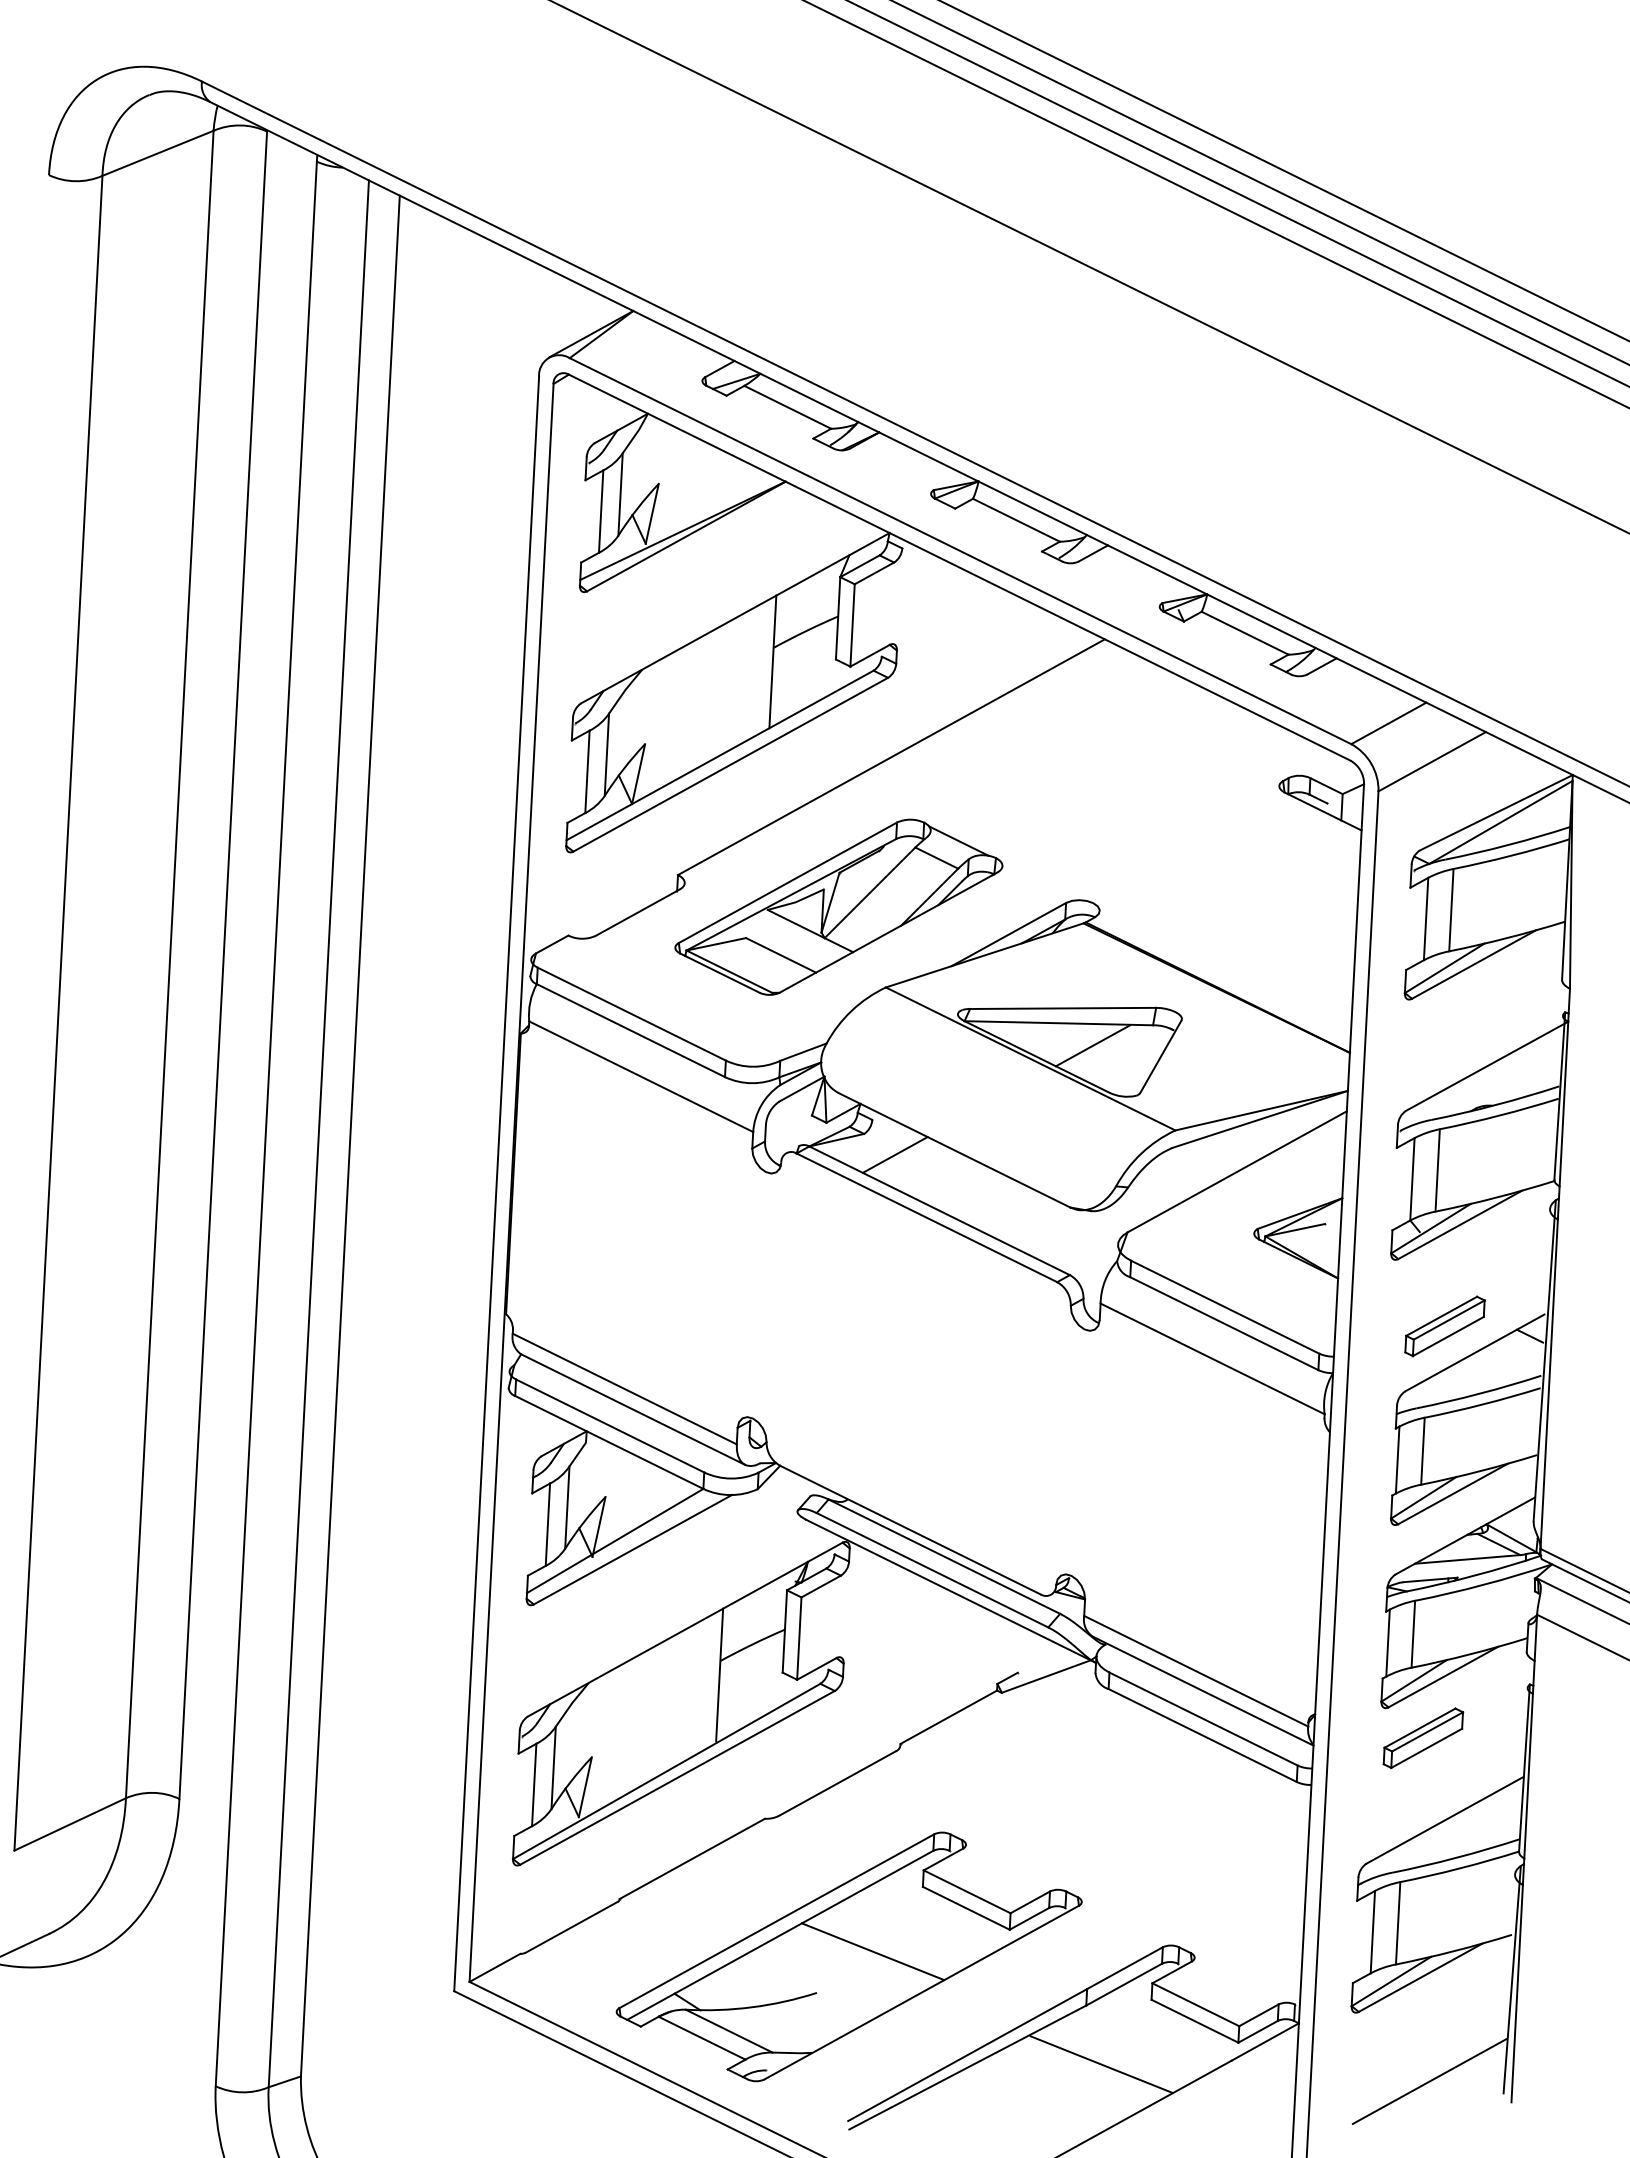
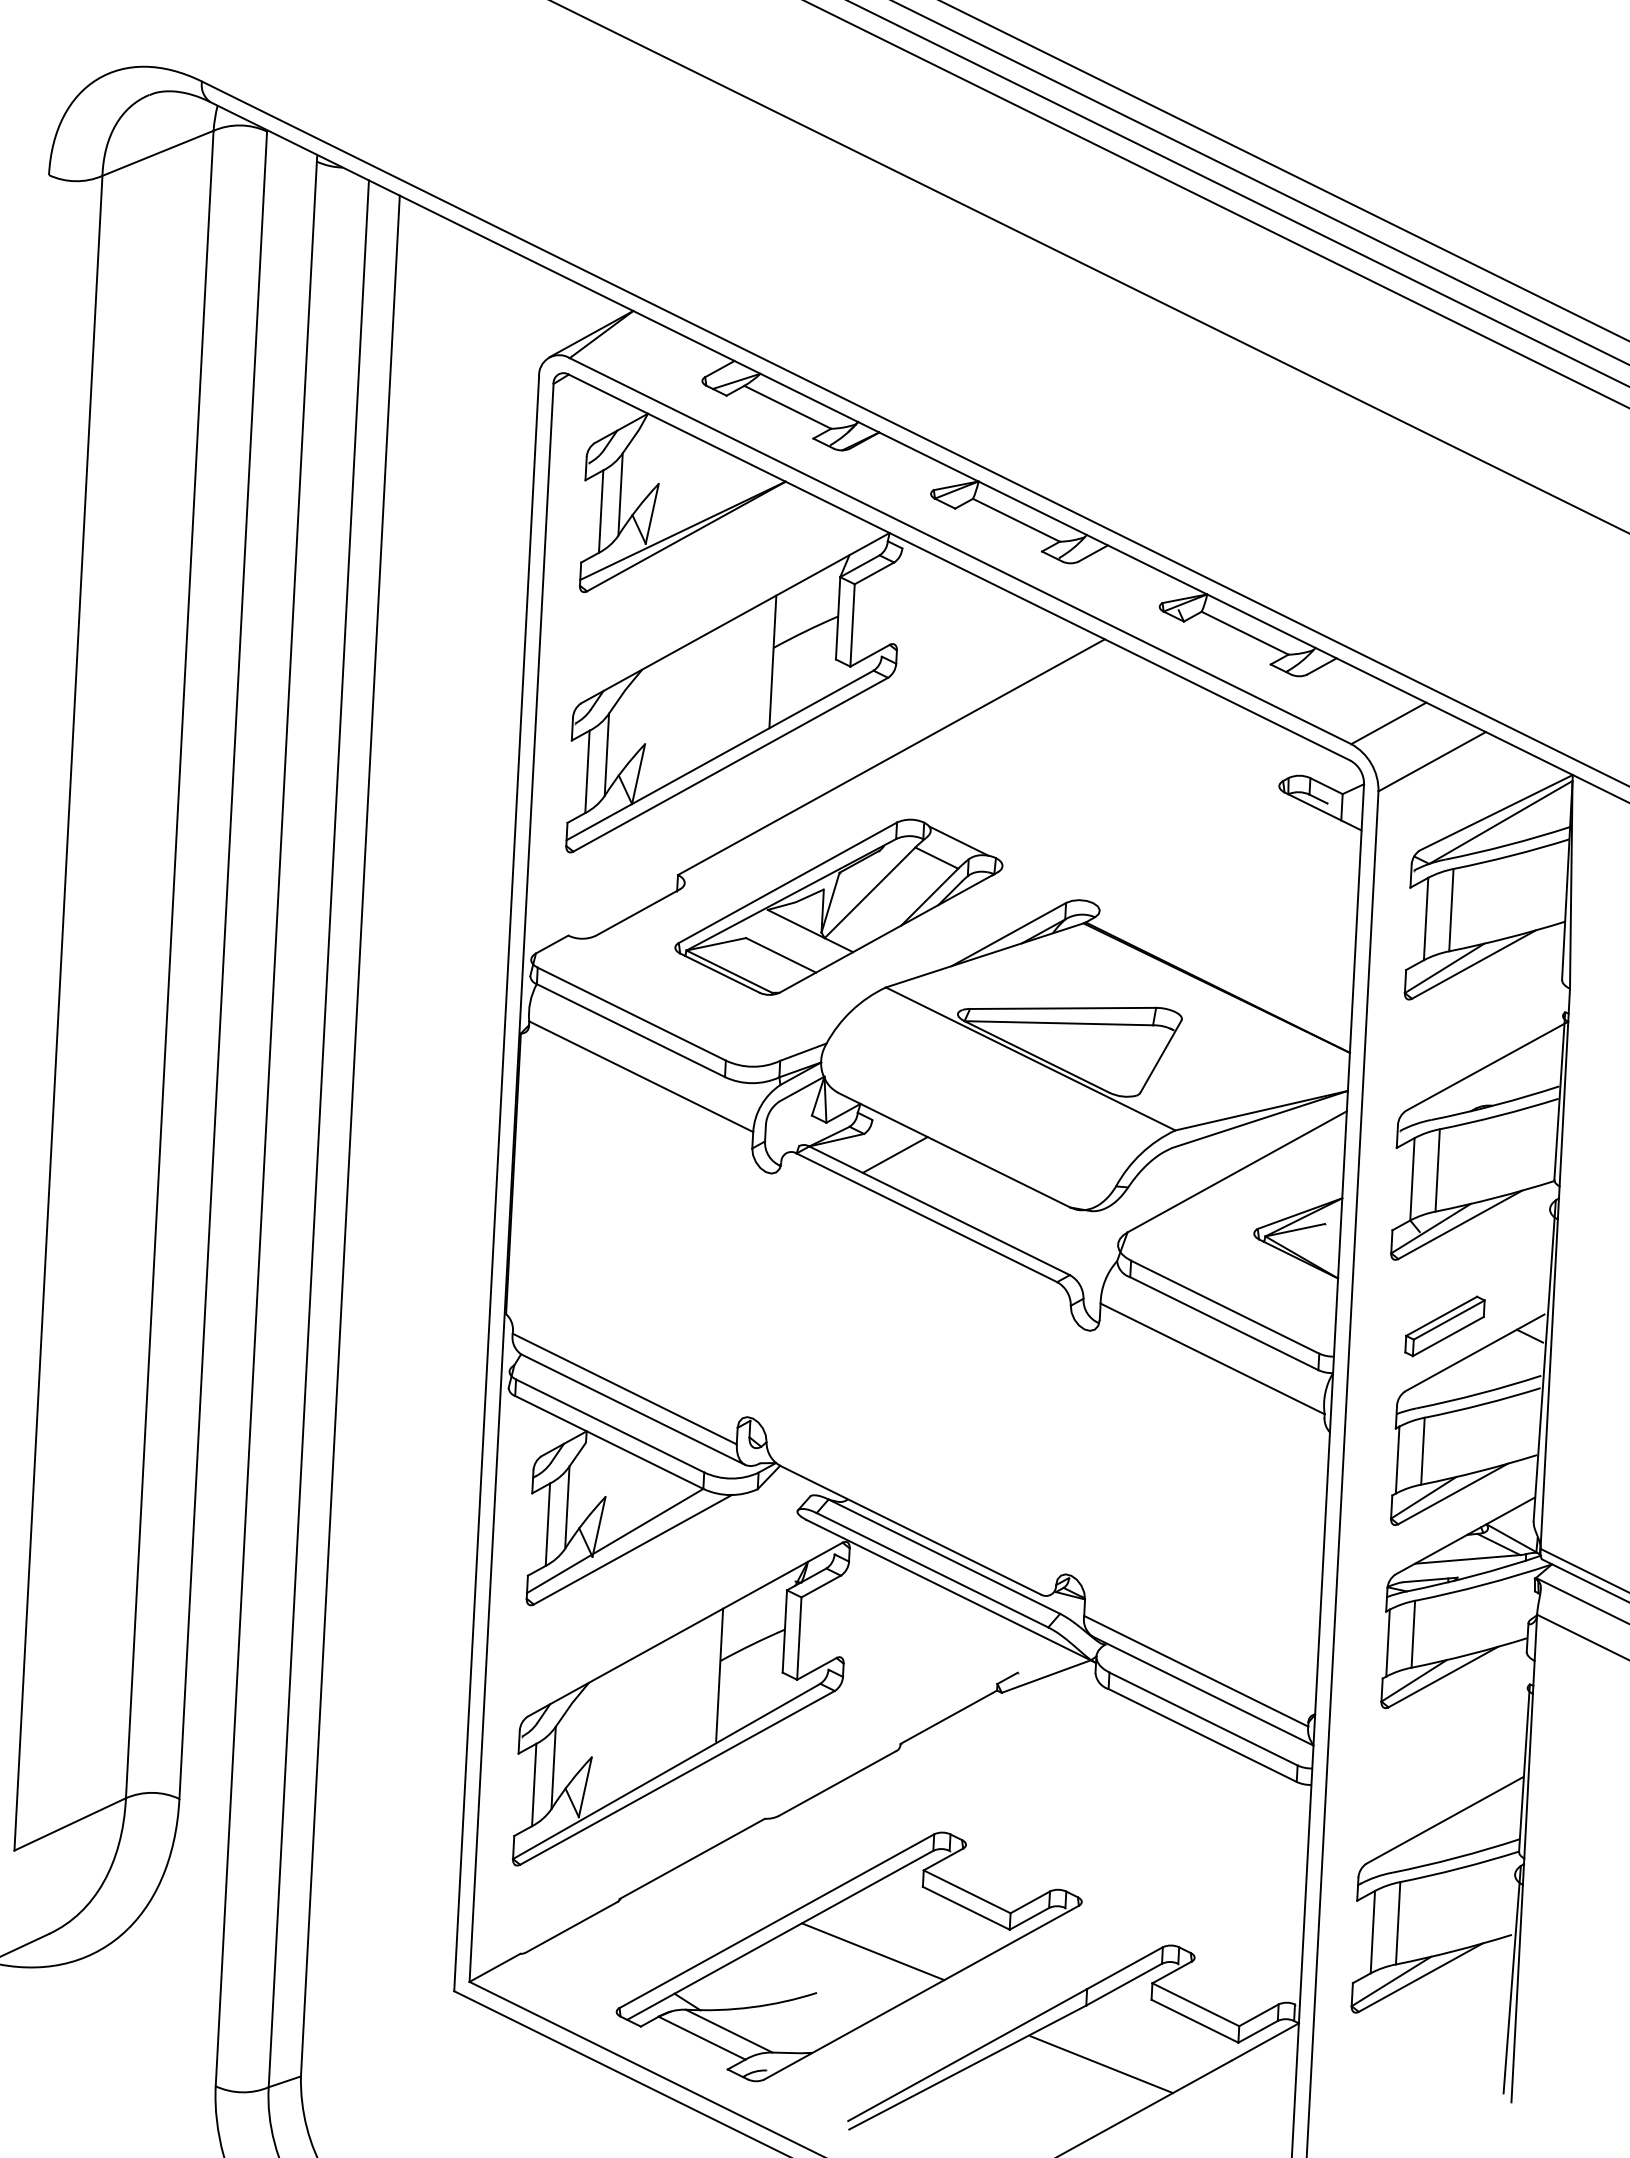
line at (1092, 1045): present -> none
part at (1423, 1737): present -> none
line at (1429, 2081): present -> none
